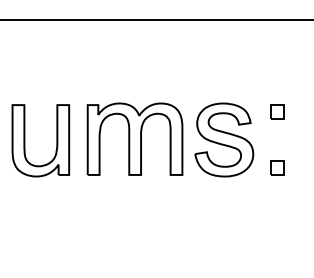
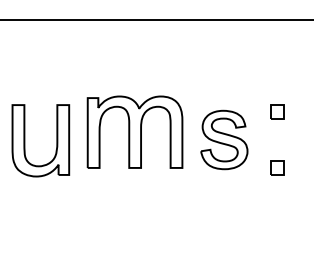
part at (134, 138) position: (134, 138) -> (134, 131)
part at (224, 139) size: 61x76 px -> 49x62 px
